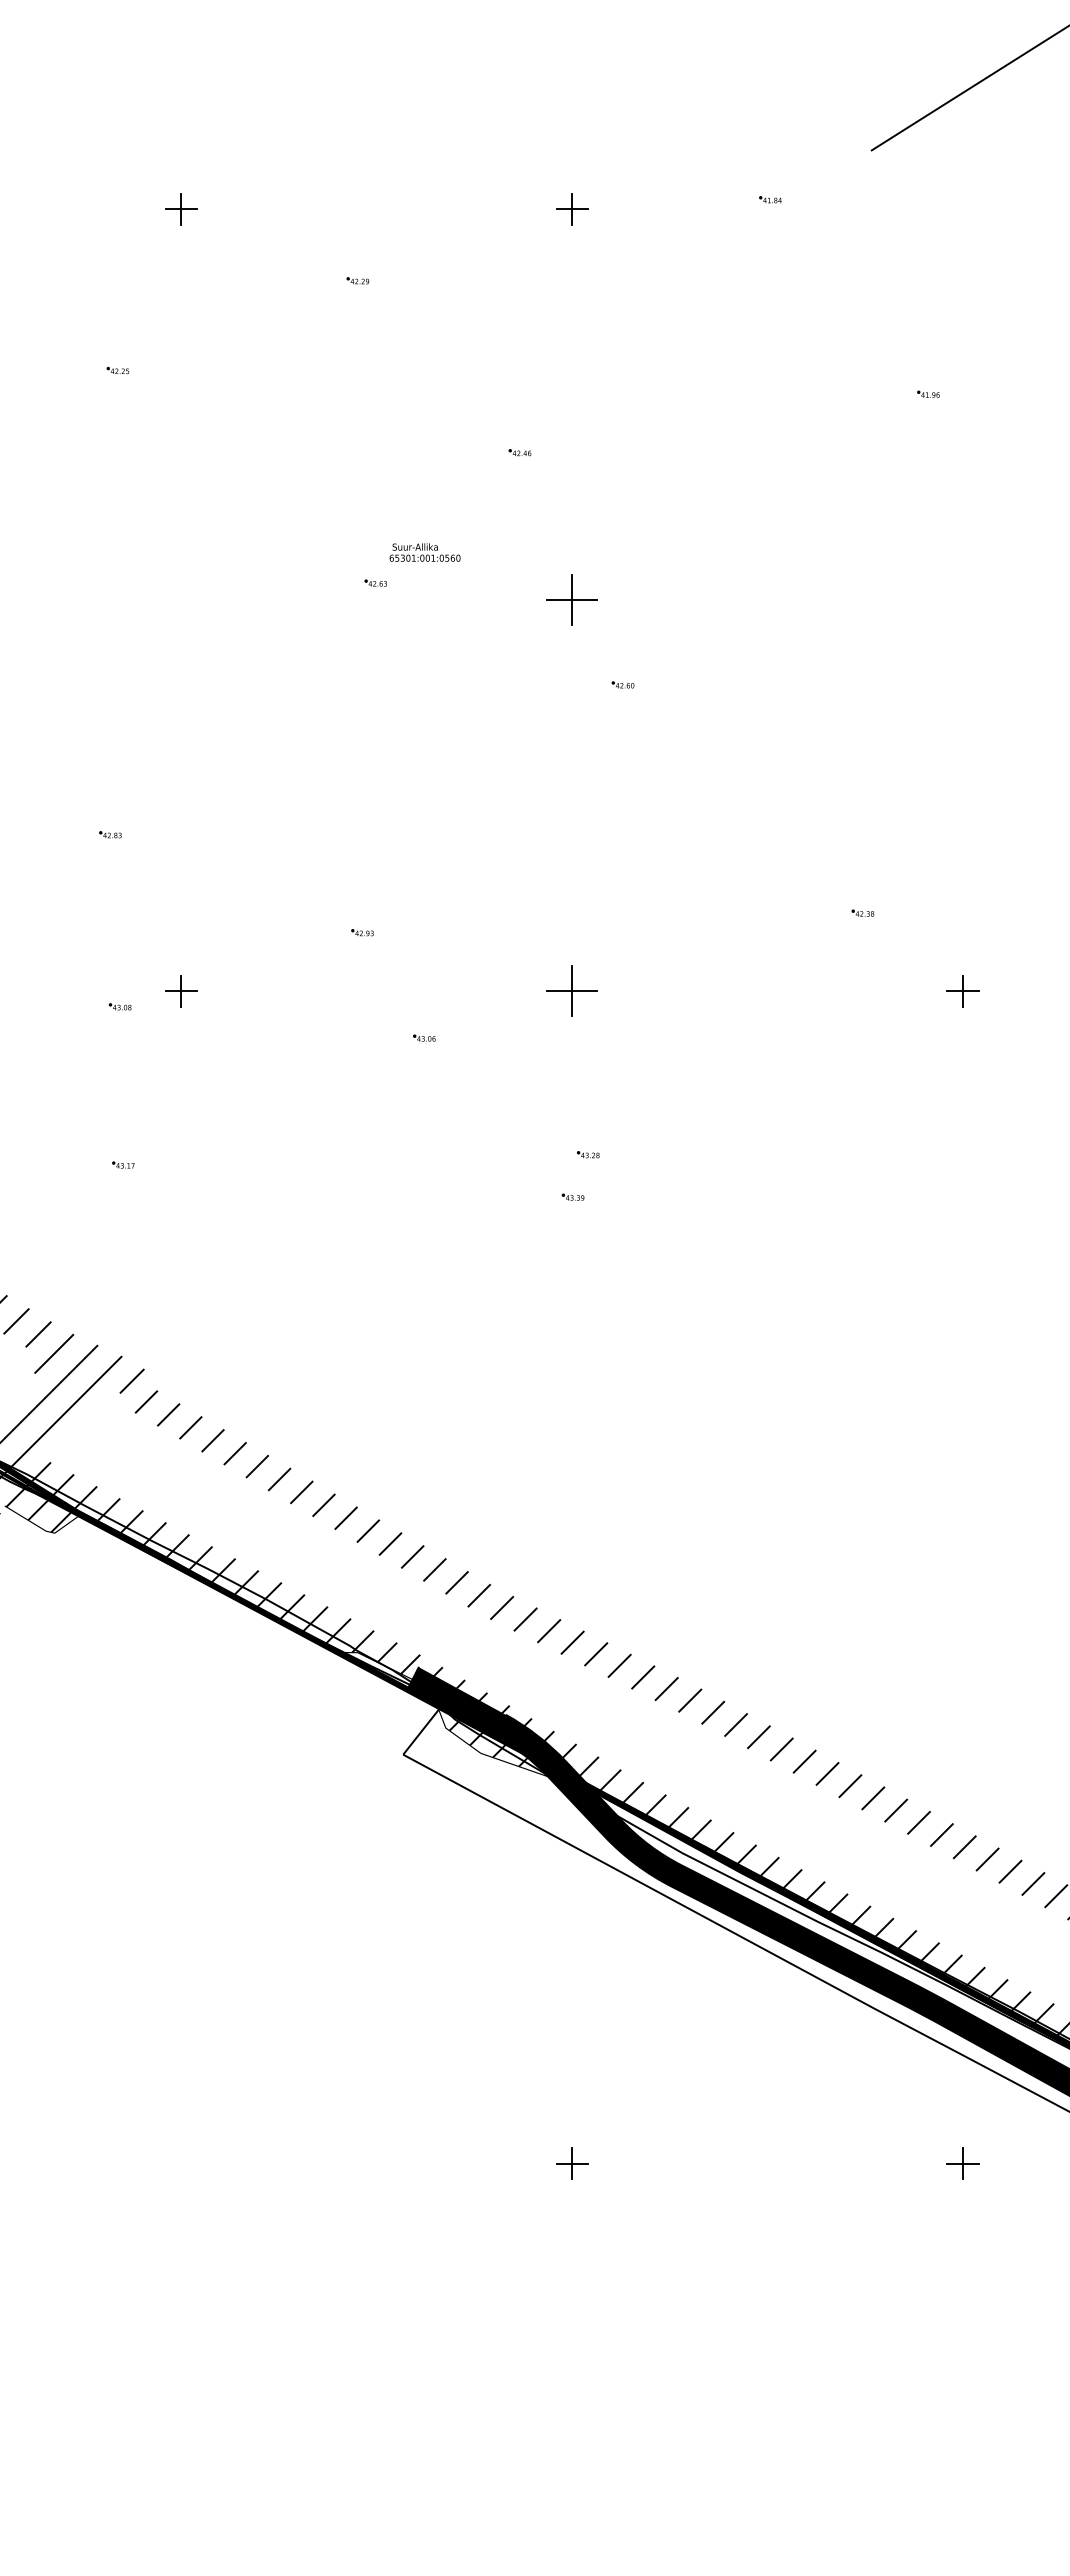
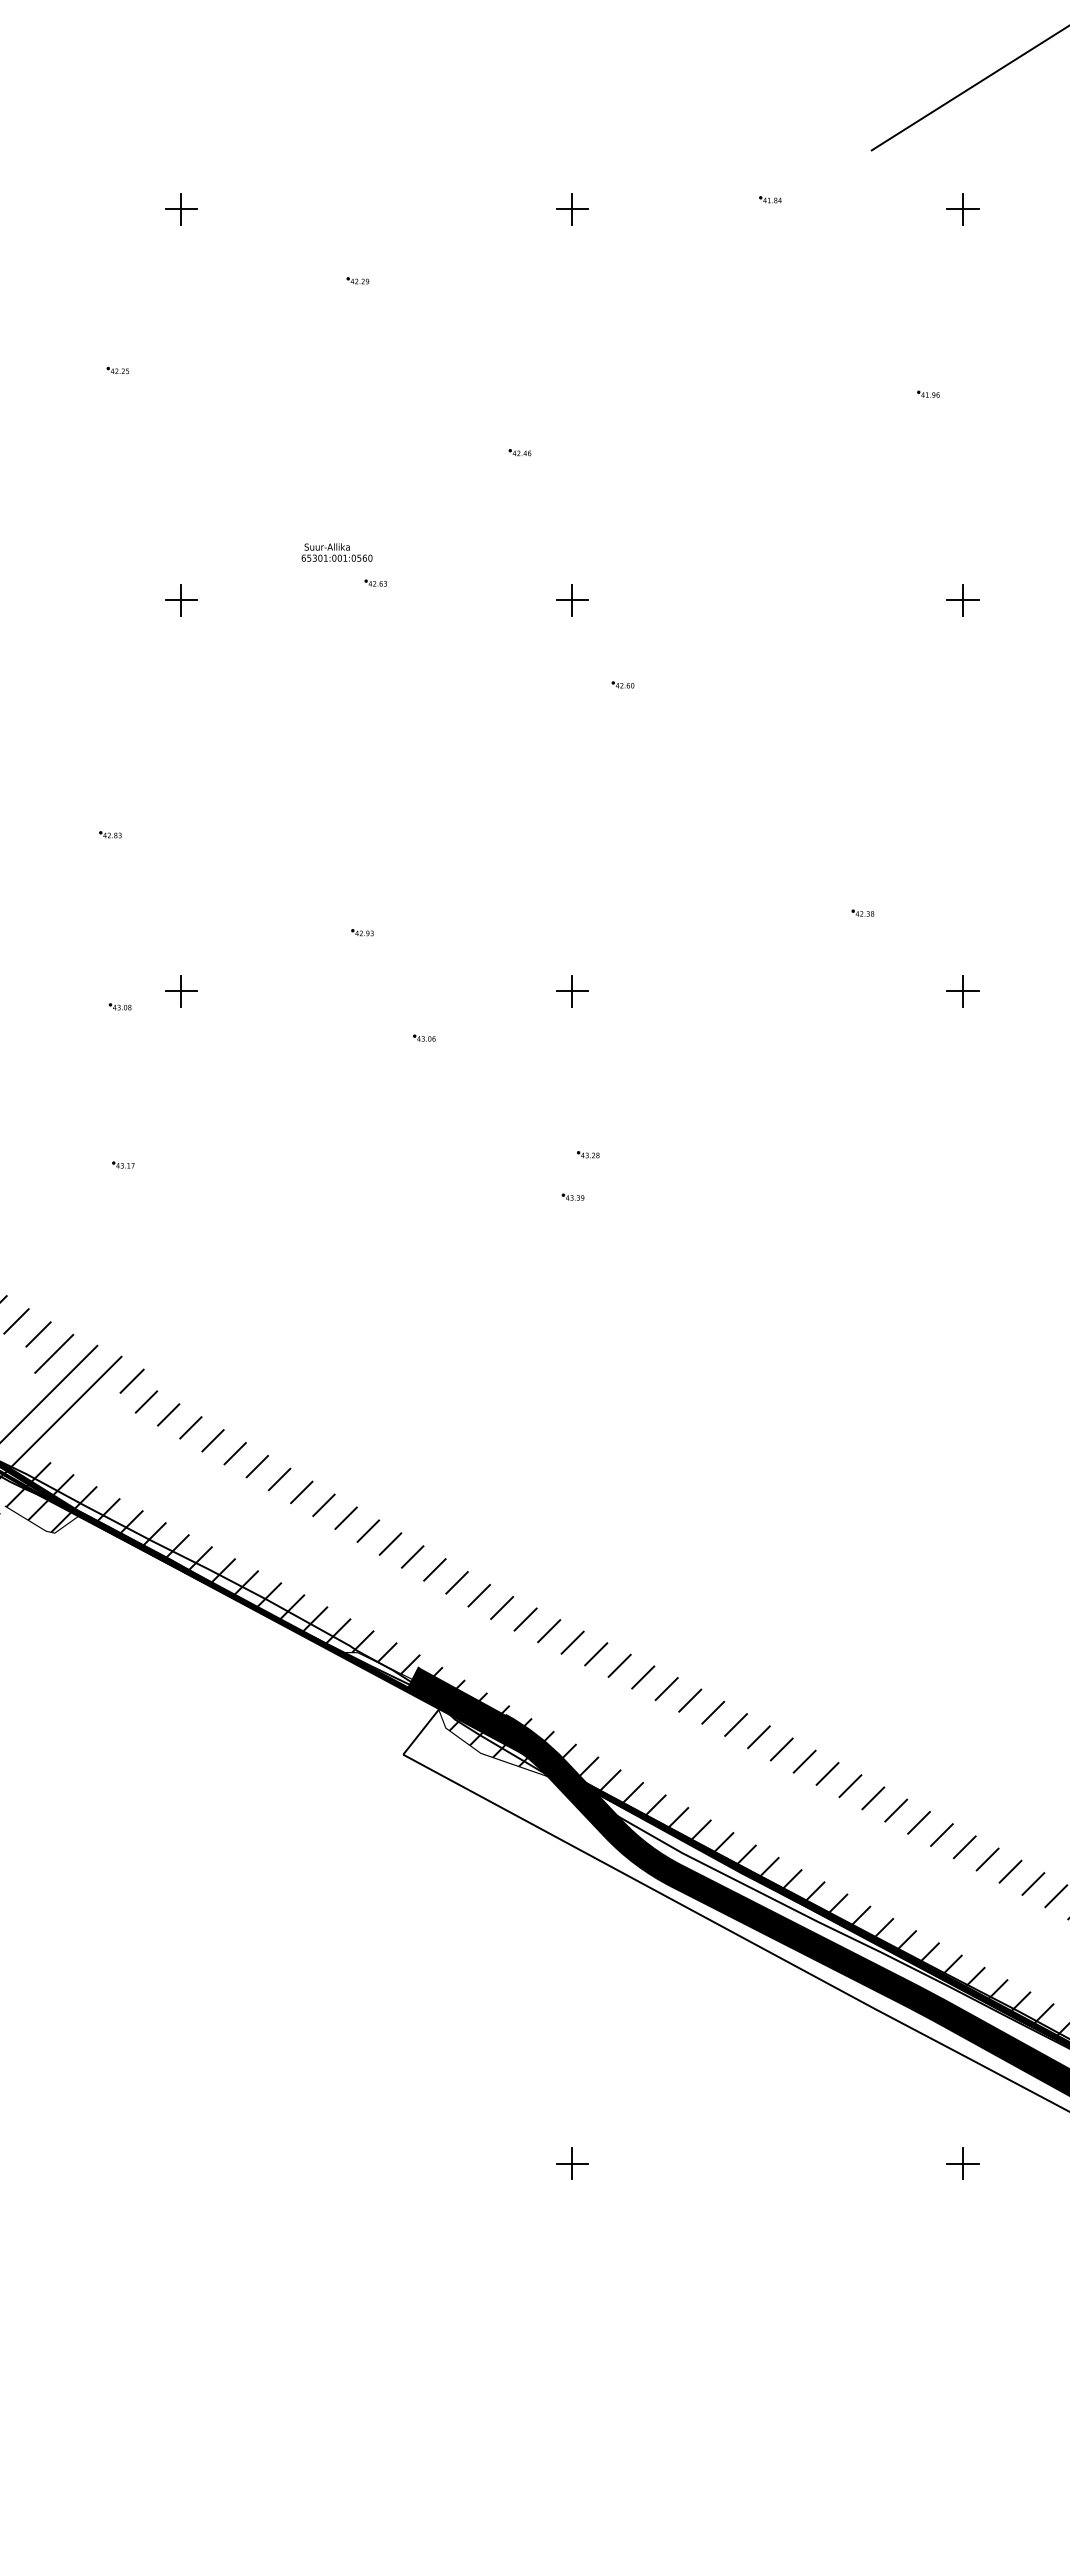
part at (962, 209): none -> present
text at (424, 552) position: (424, 552) -> (336, 552)
part at (571, 599) size: 52x52 px -> 33x33 px
part at (181, 600): none -> present
part at (962, 600): none -> present
part at (571, 990) size: 52x52 px -> 33x33 px
